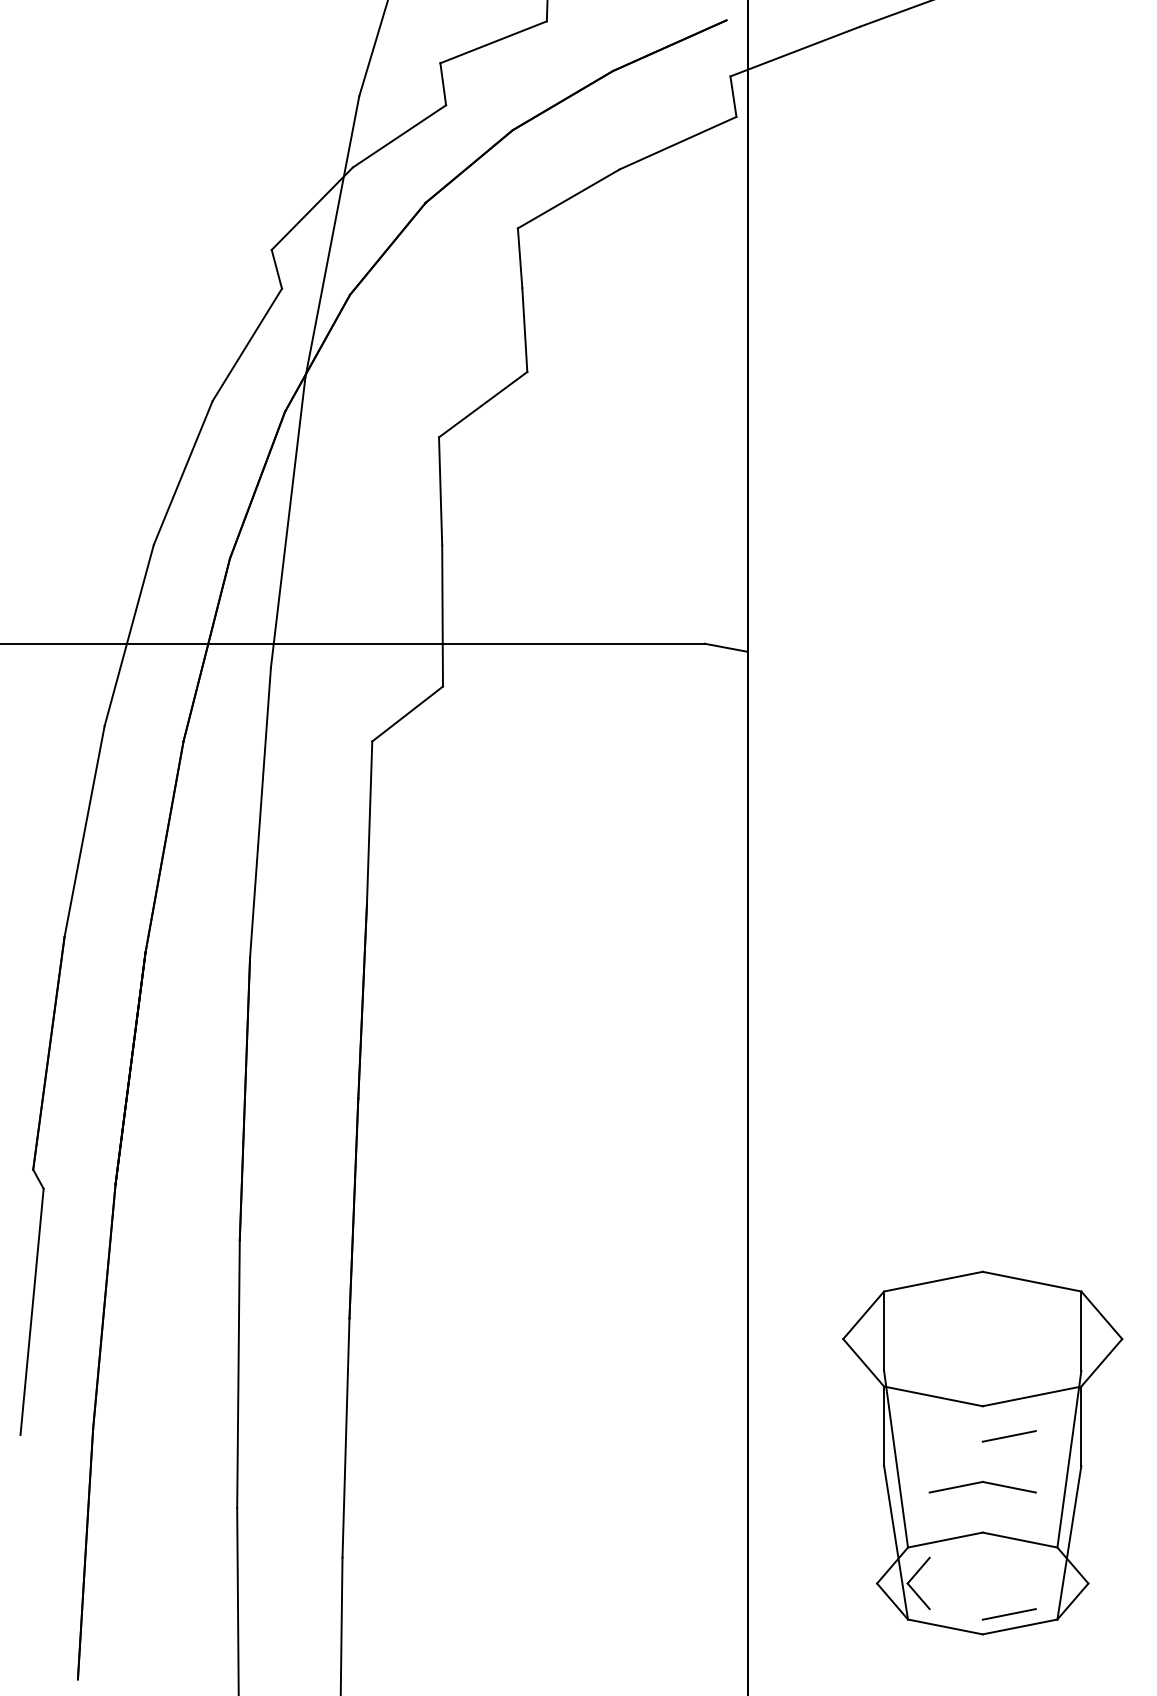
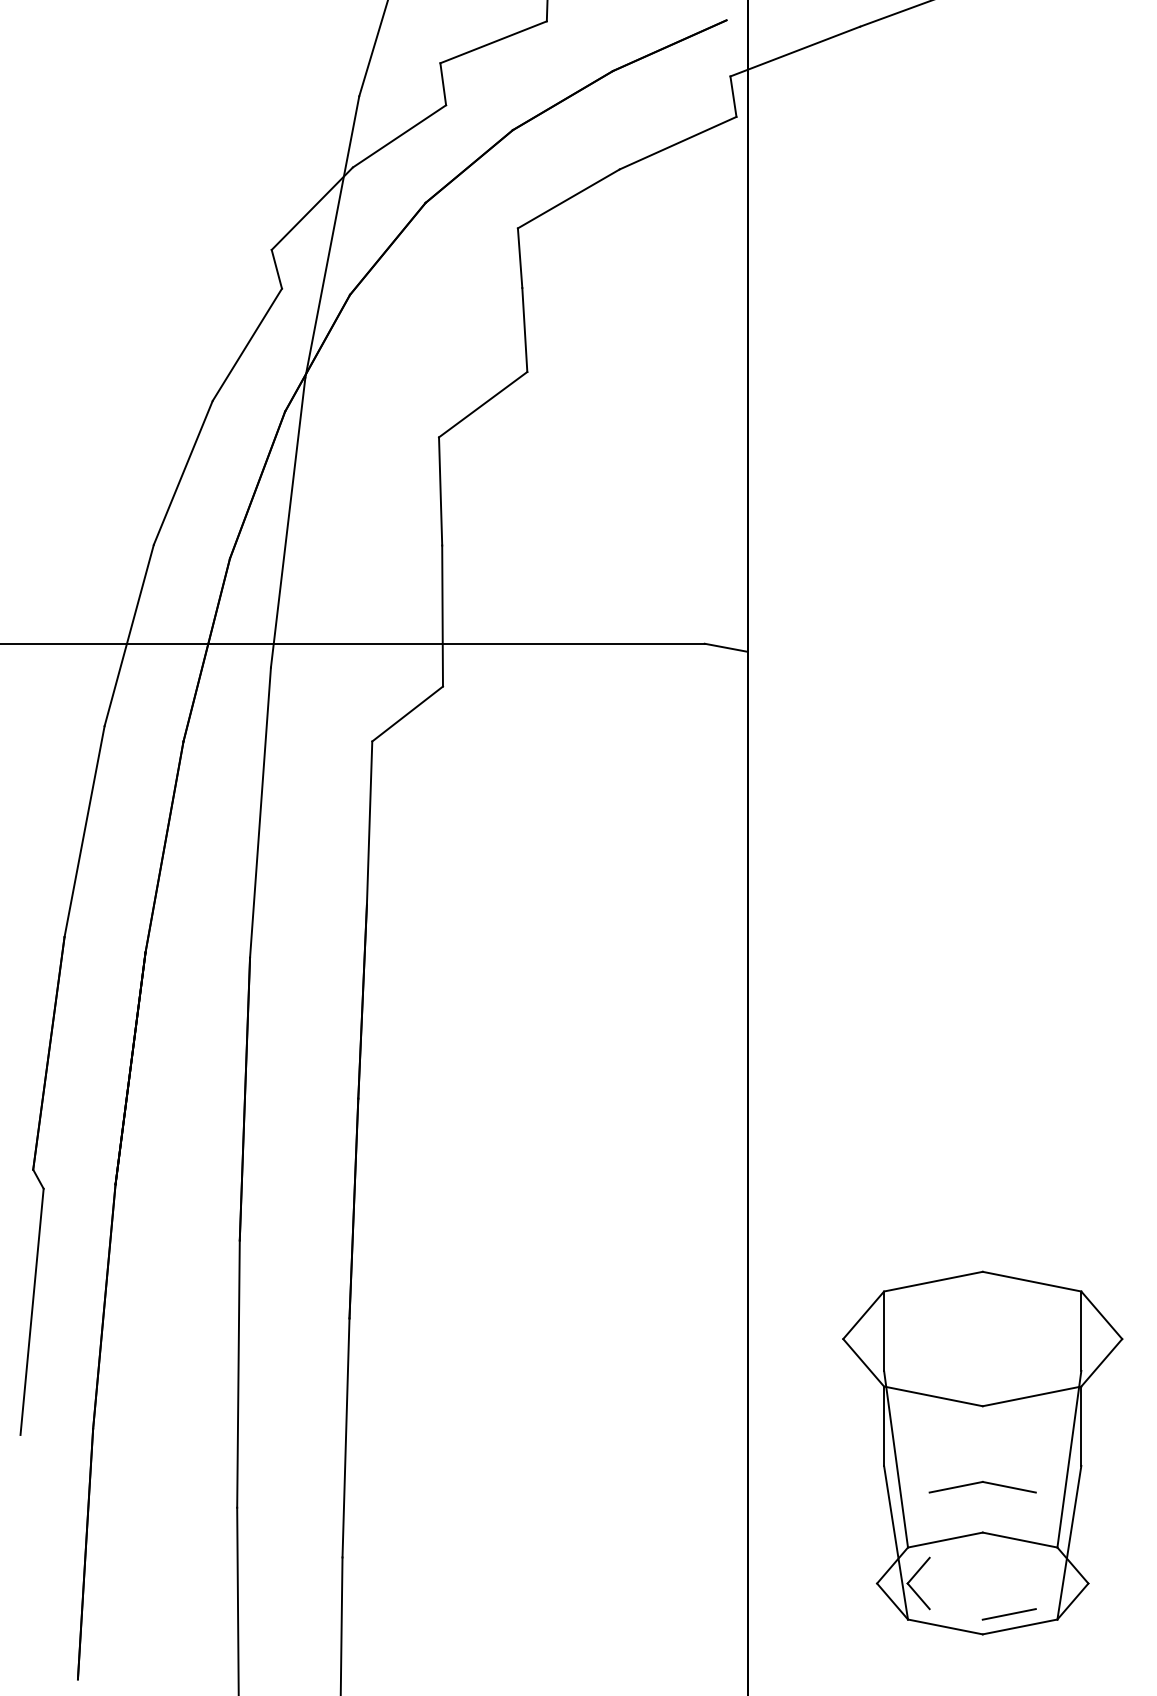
line at (1008, 1436): present -> none
